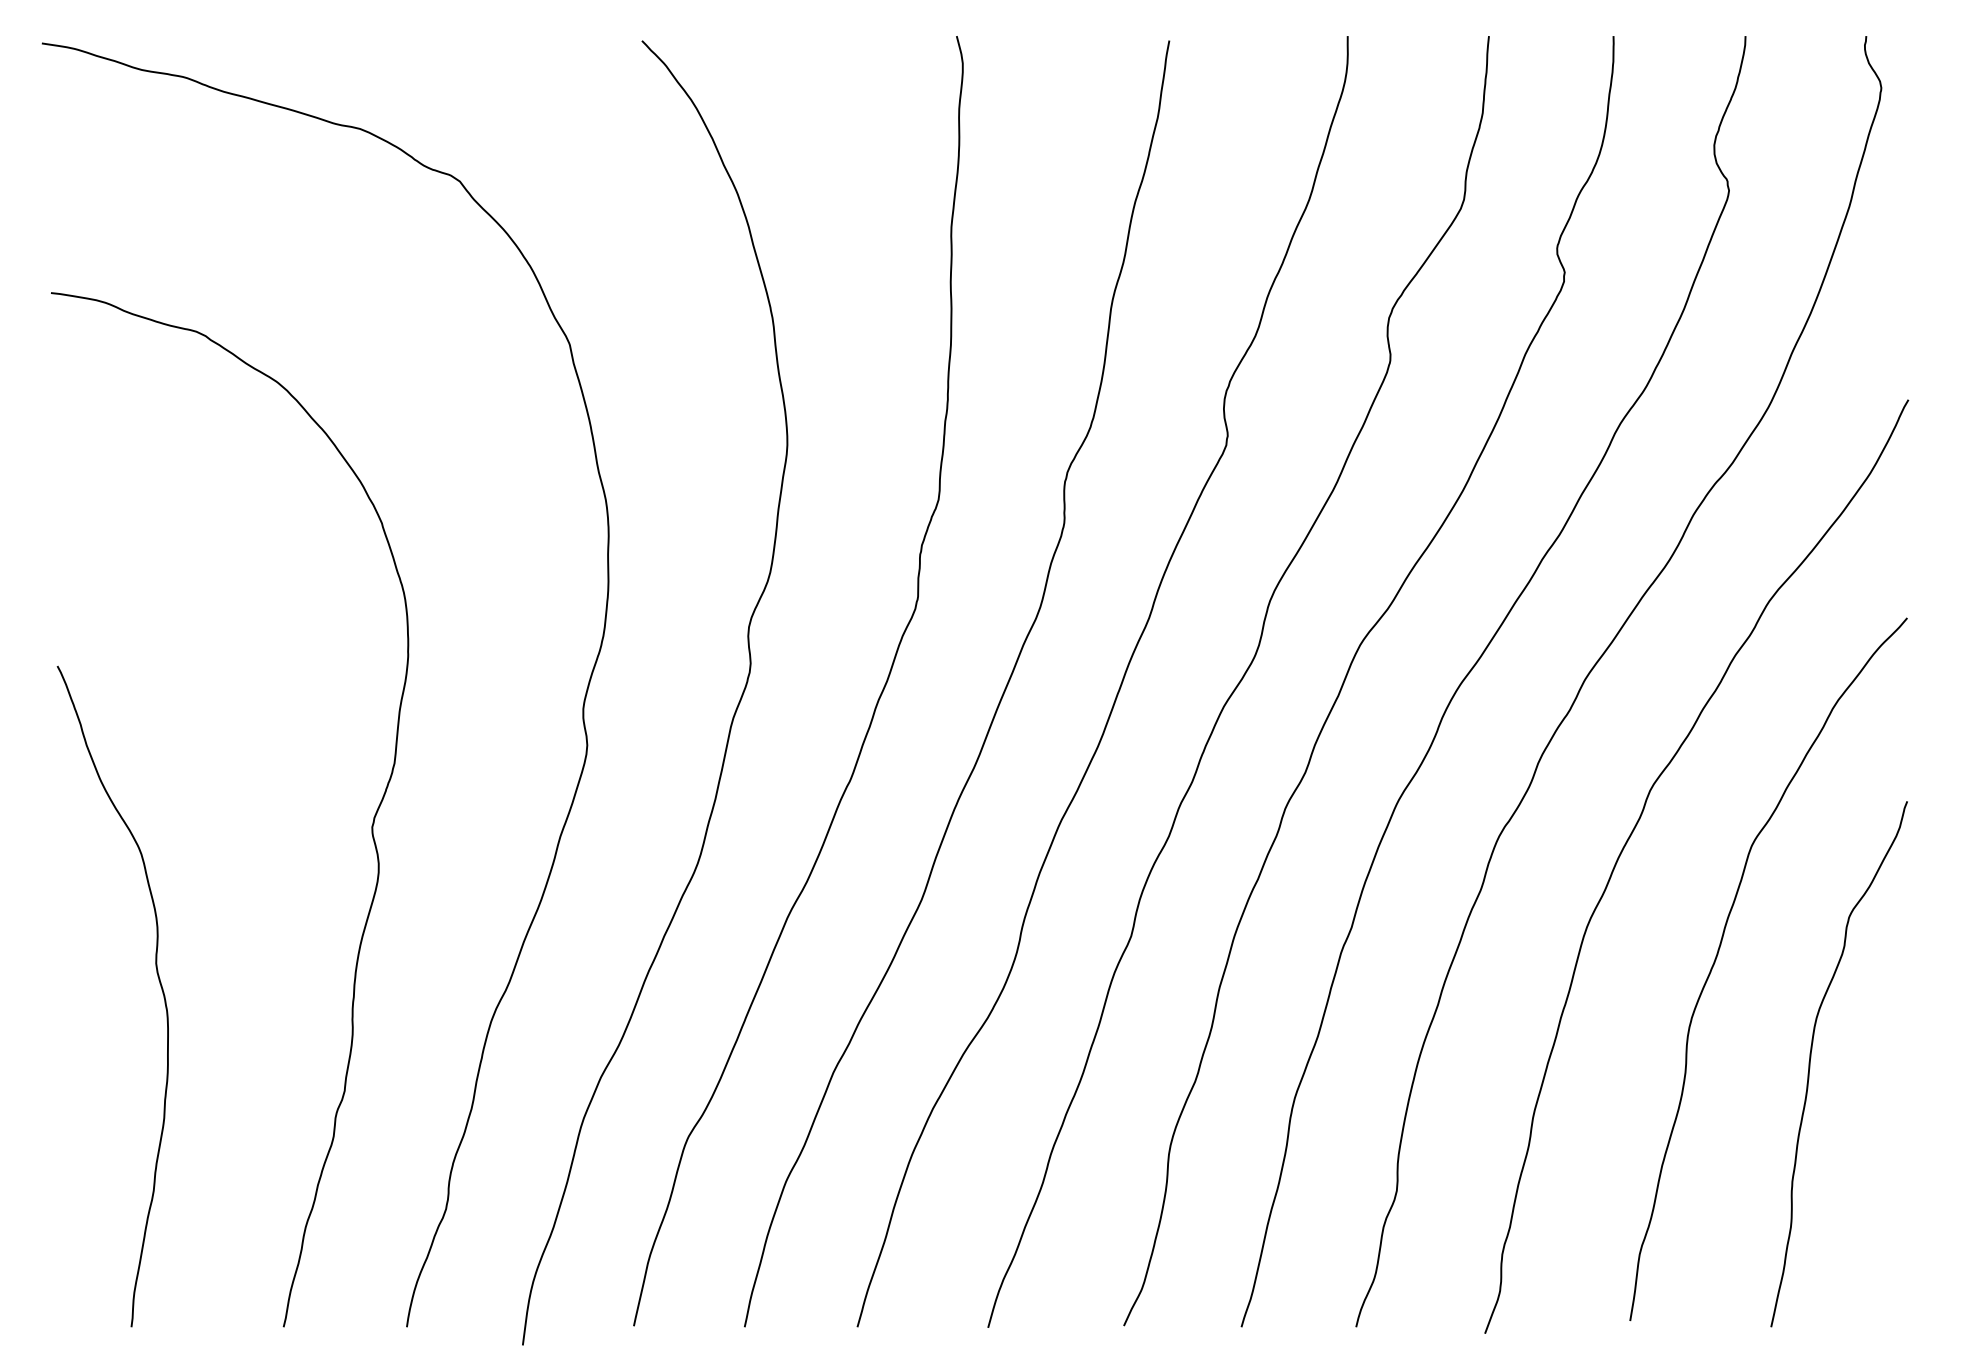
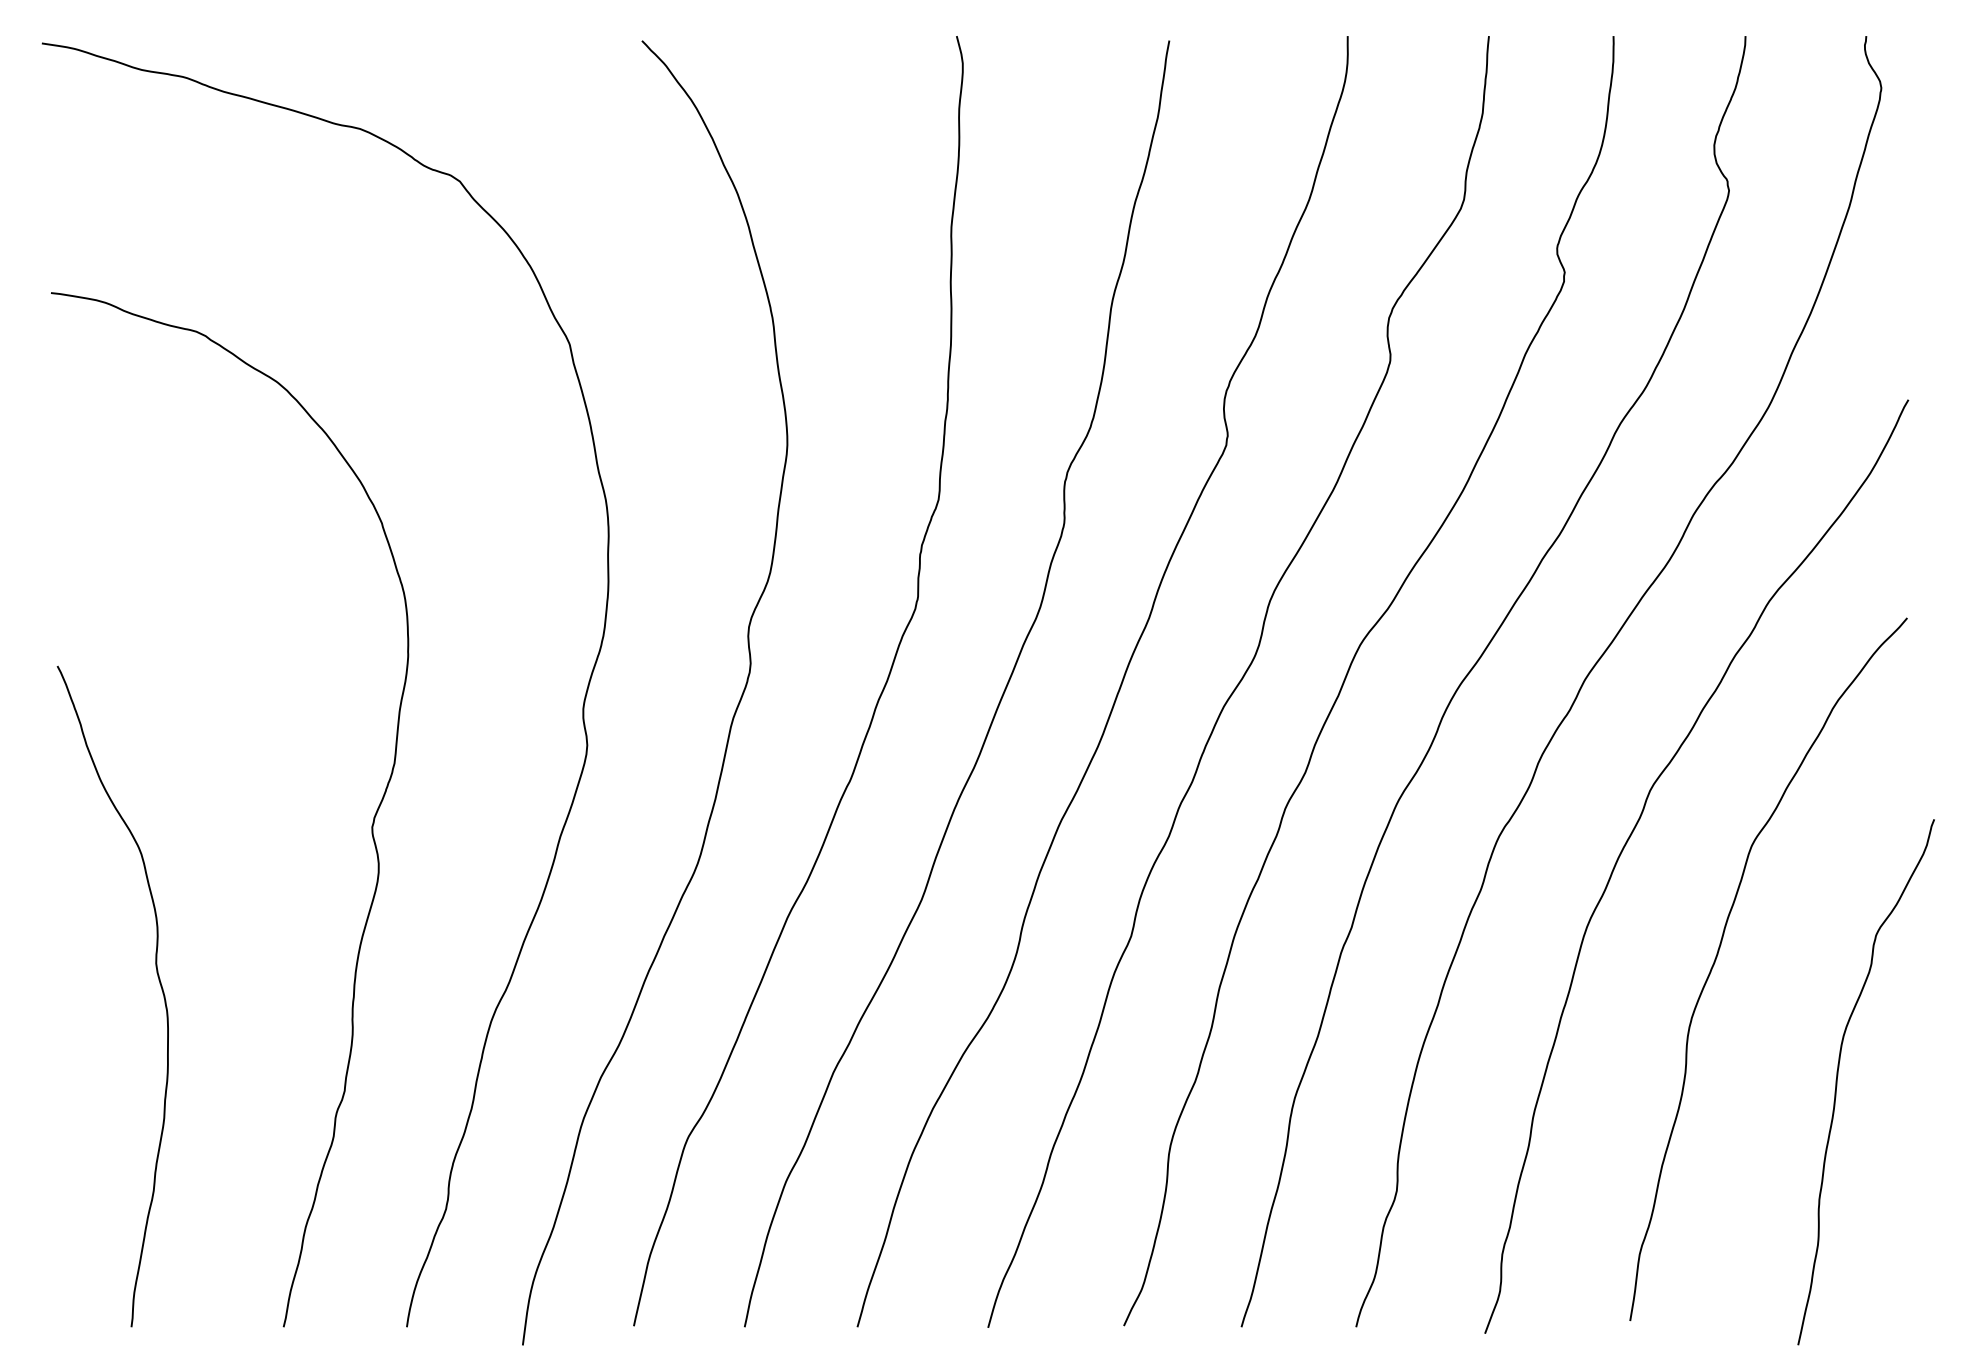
curve at (1811, 1058) position: (1811, 1058) -> (1838, 1076)
